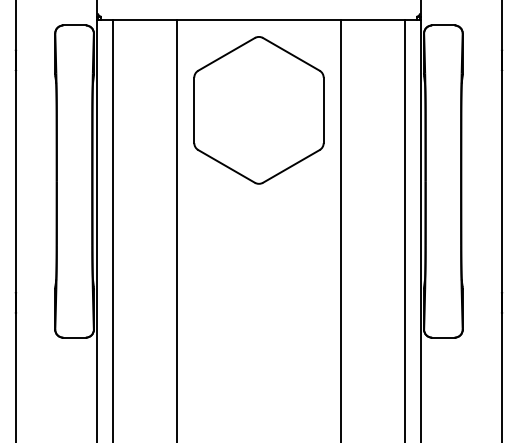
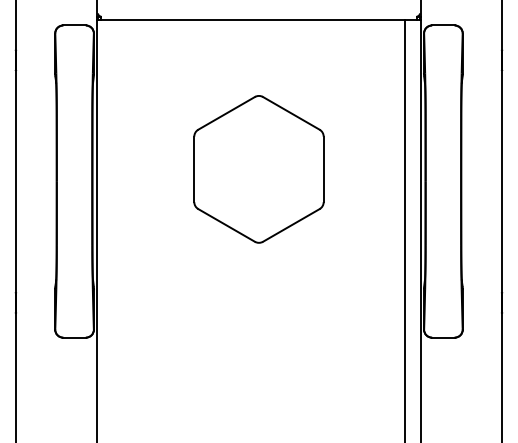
part at (258, 110) position: (258, 110) -> (258, 169)
line at (112, 229): present -> none
line at (177, 229): present -> none
line at (340, 229): present -> none
